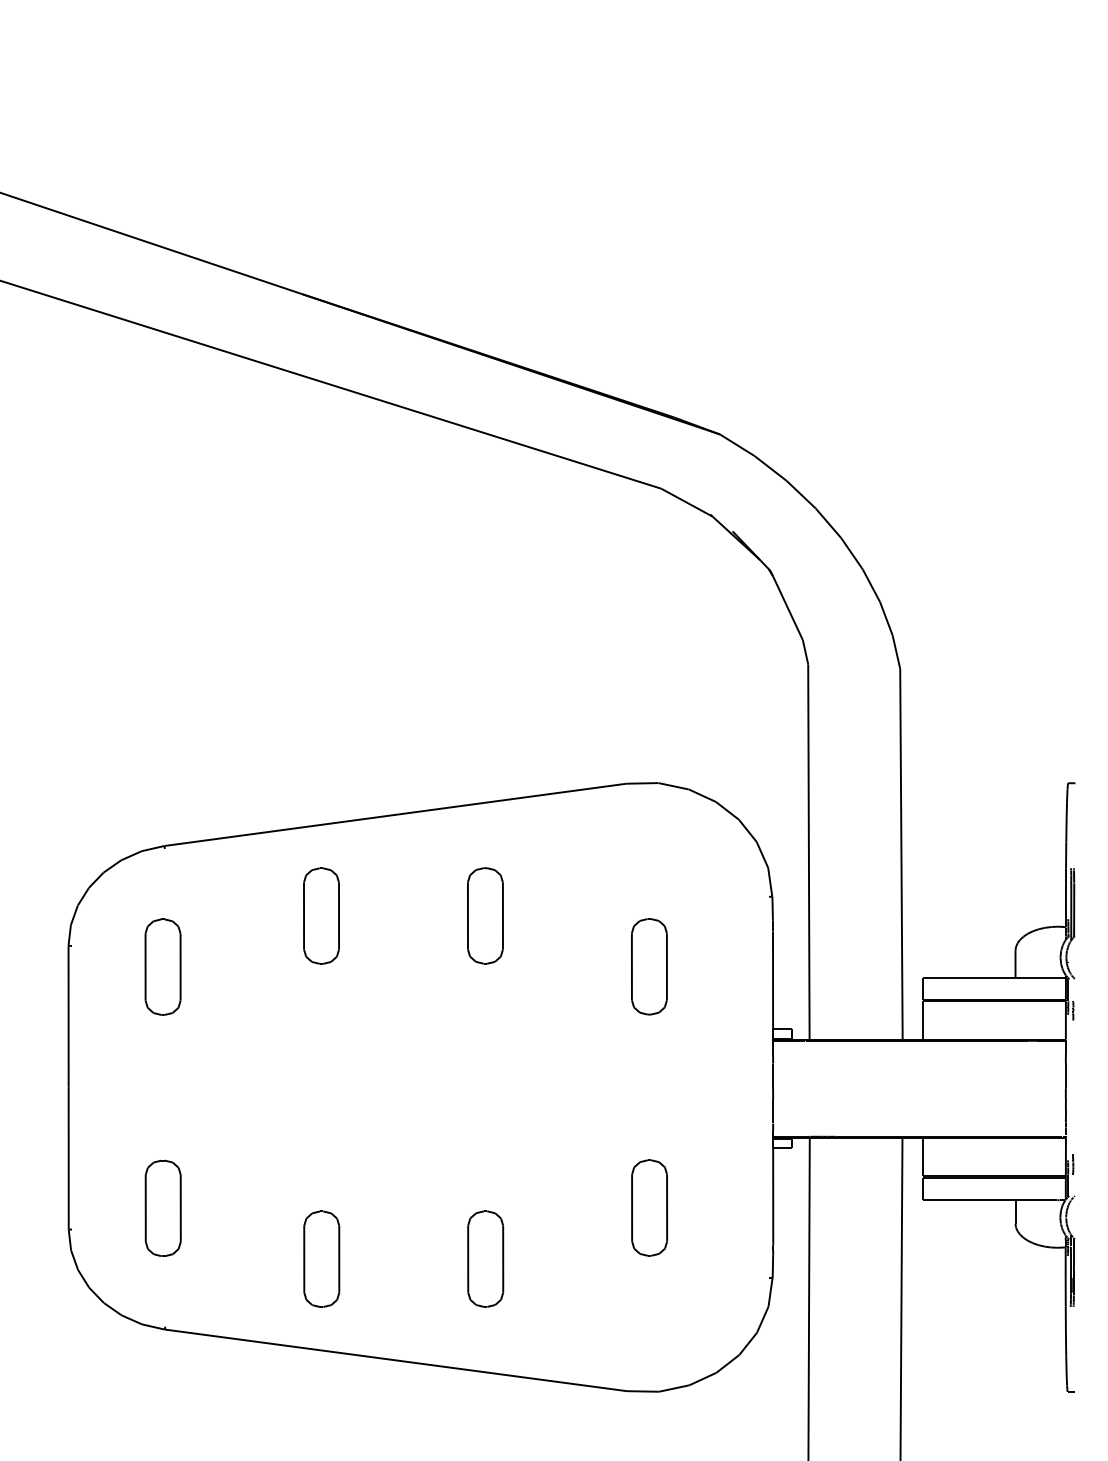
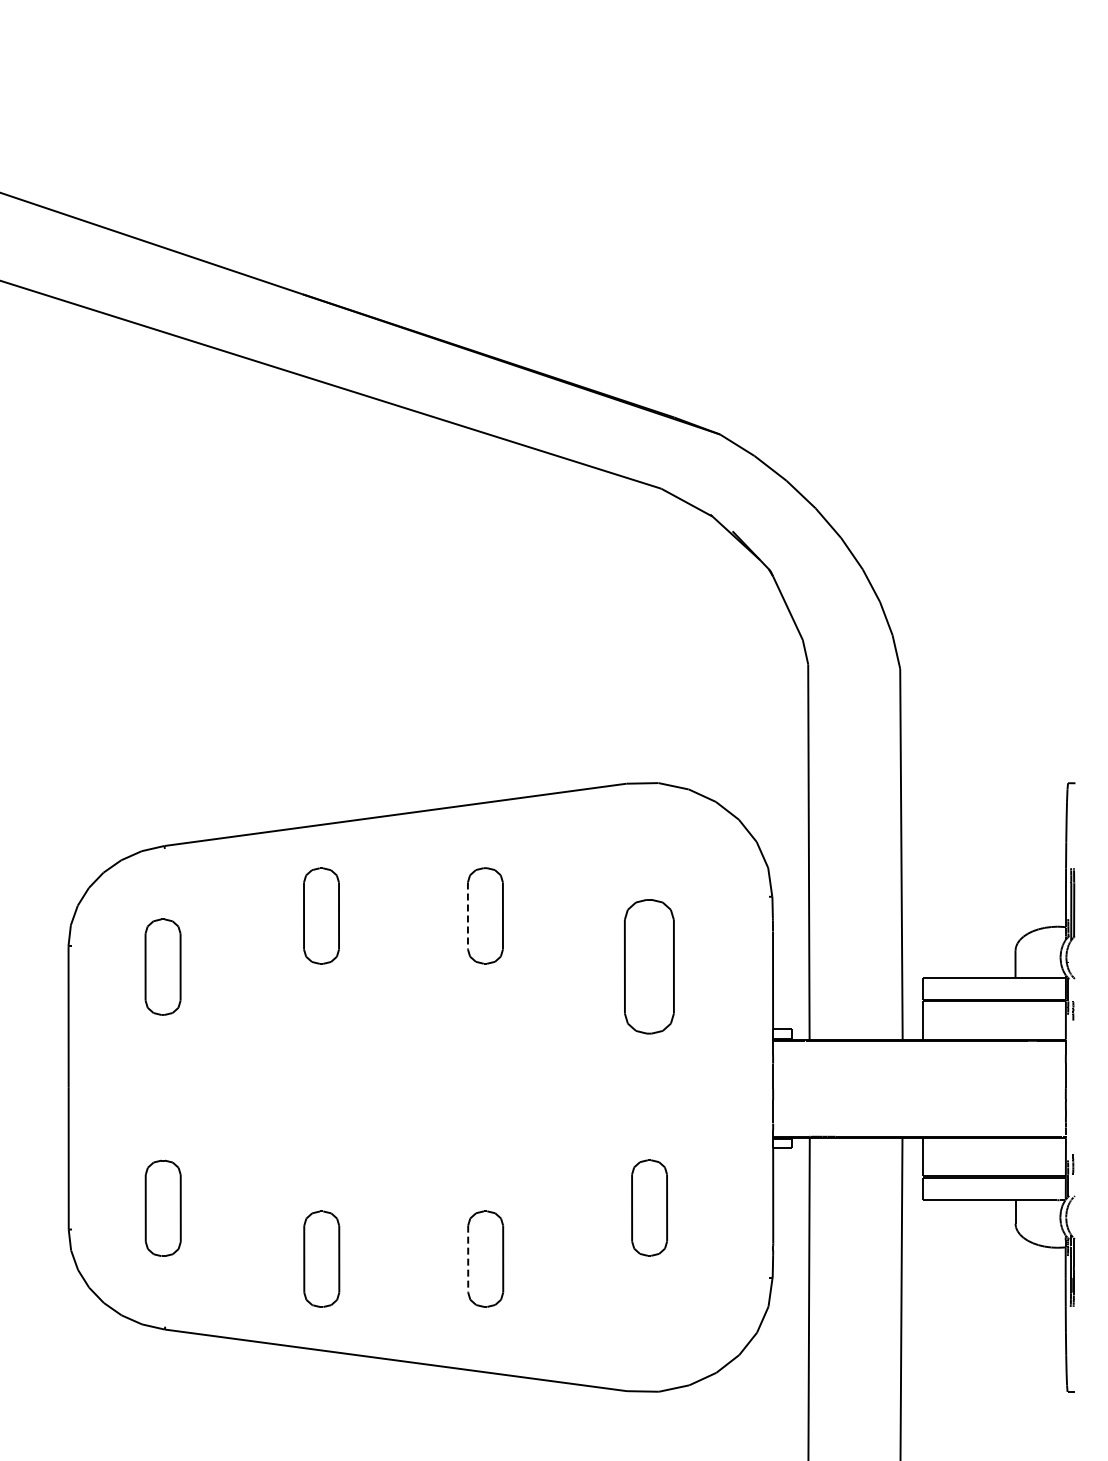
line at (467, 916): solid -> dashed
part at (649, 966) size: 37x98 px -> 51x136 px
line at (468, 1259): solid -> dashed
